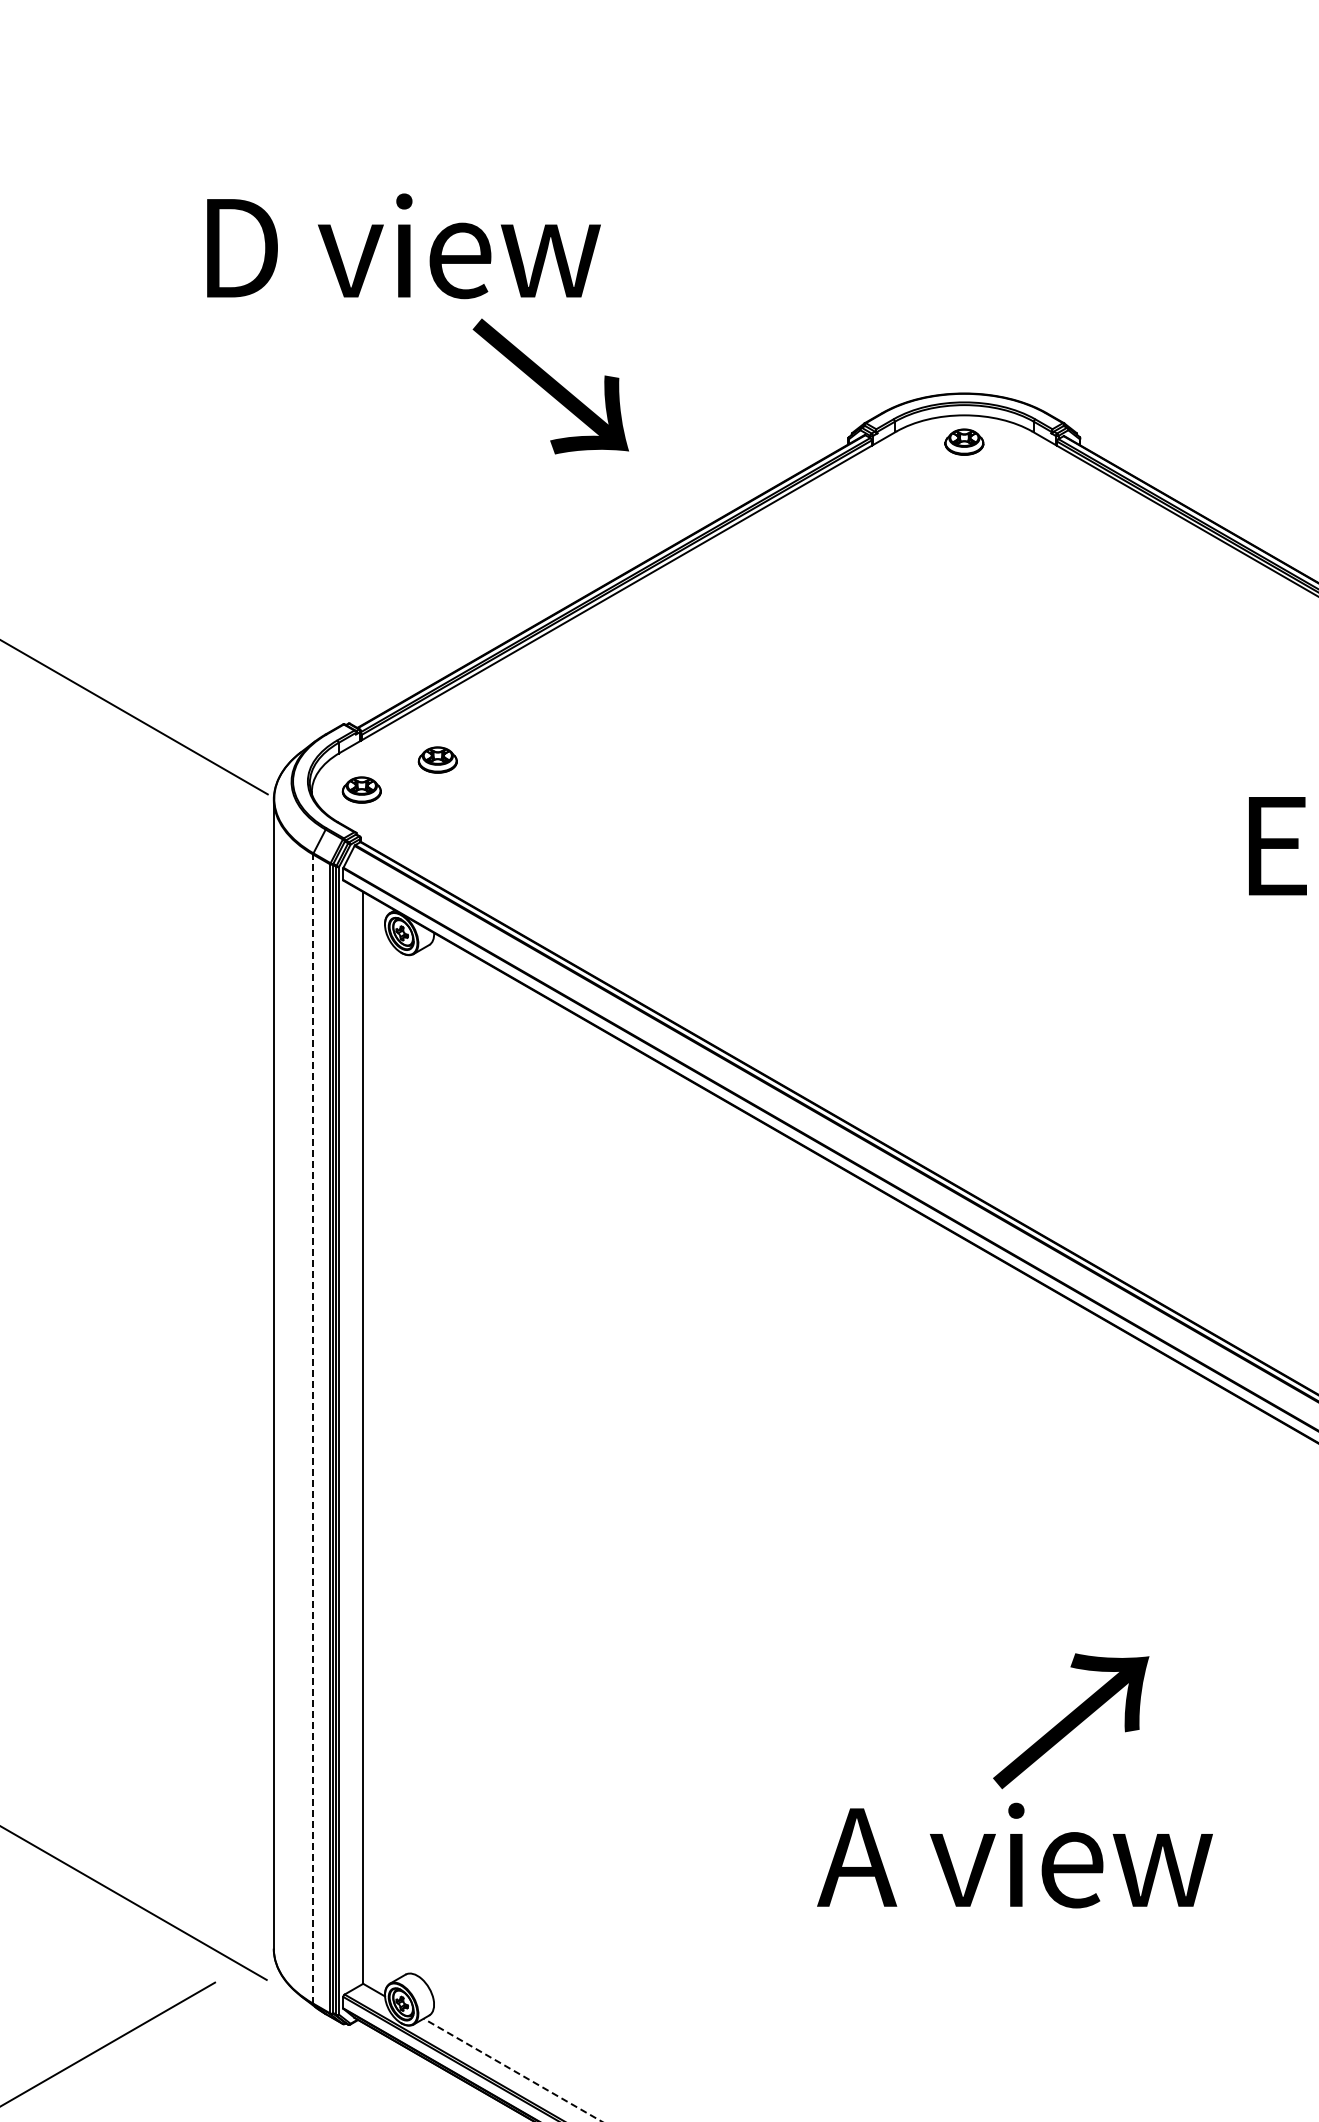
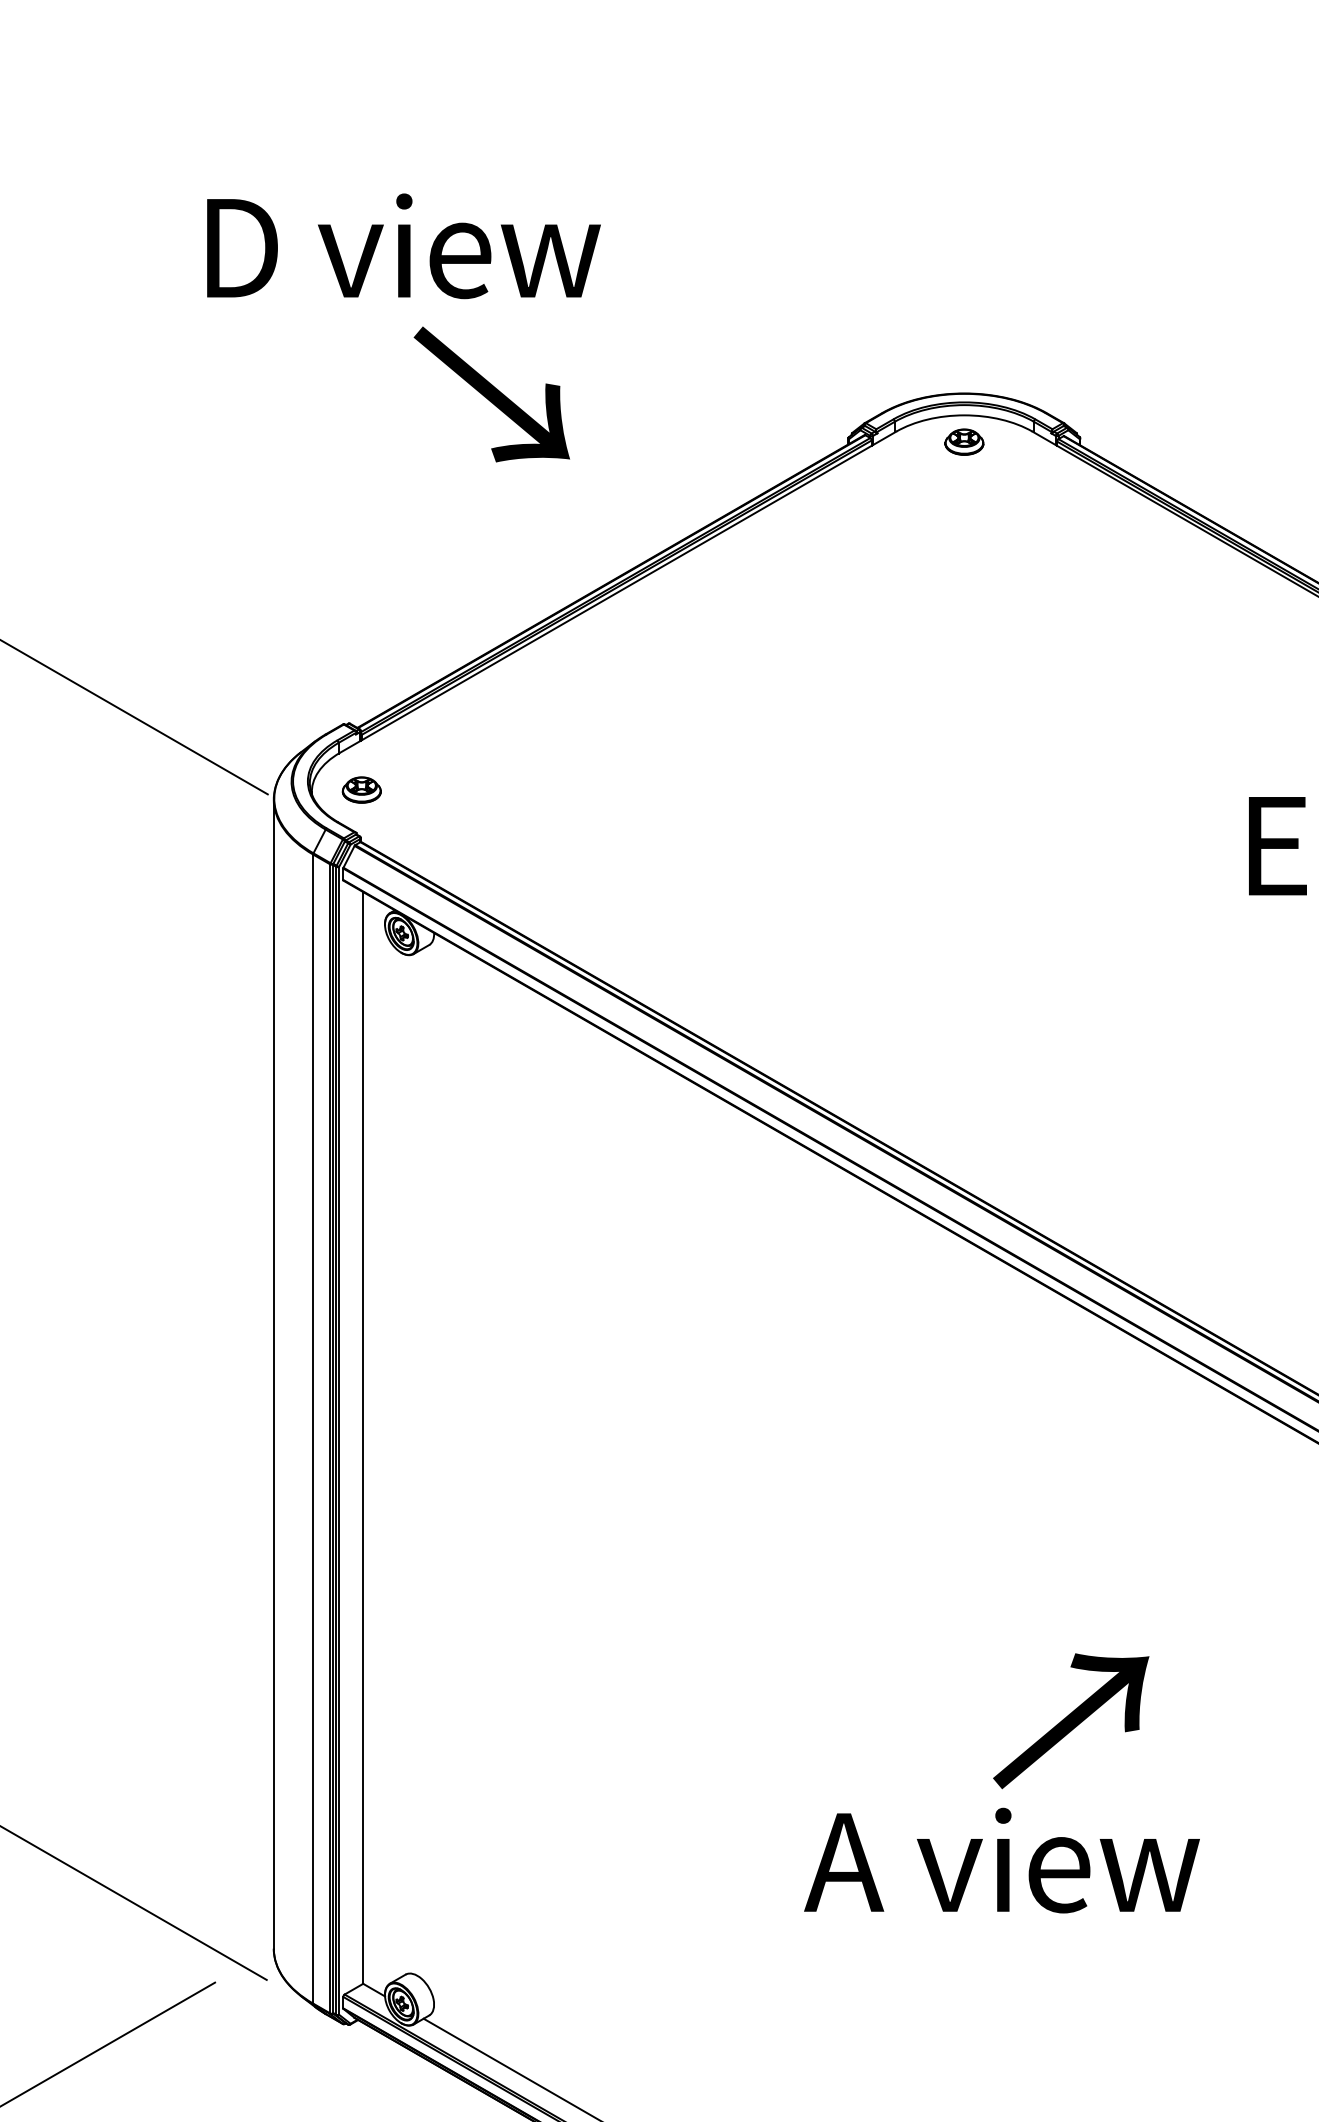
text at (550, 386) position: (550, 386) -> (491, 394)
part at (437, 759): present -> none
line at (313, 1429): dashed -> solid
text at (1014, 1855) position: (1014, 1855) -> (1001, 1860)
line at (512, 2070): dashed -> solid
